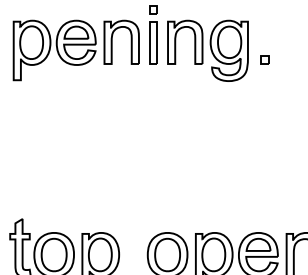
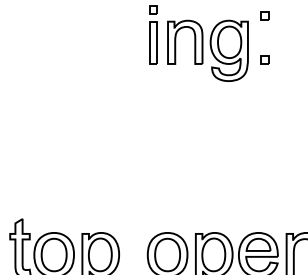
part at (264, 15): none -> present
part at (75, 50): present -> none
